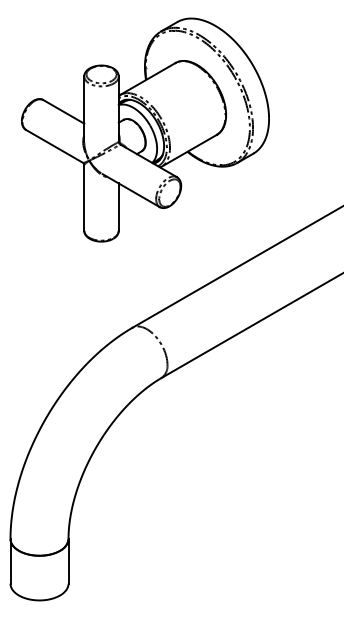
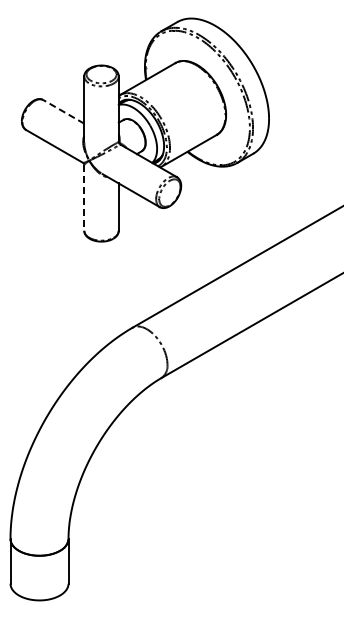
line at (63, 111): solid -> dashed
line at (84, 197): solid -> dashed
